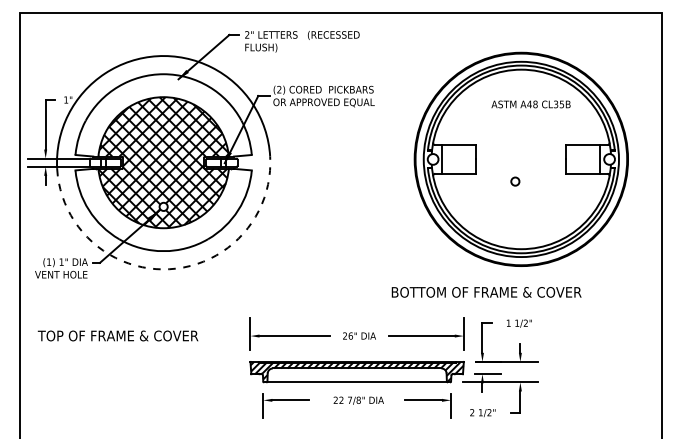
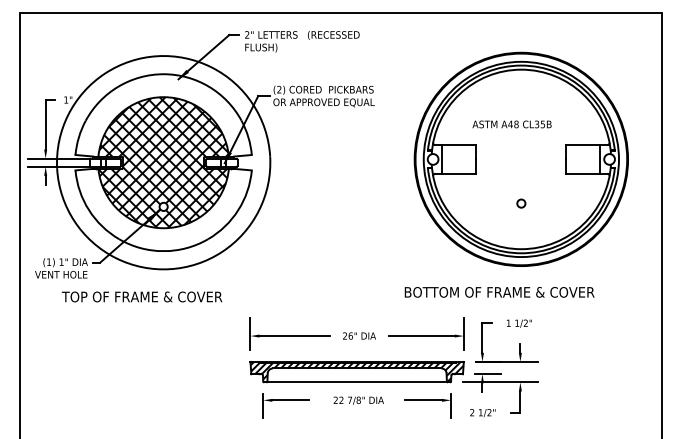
text at (530, 104) position: (530, 104) -> (511, 124)
circle at (515, 181) position: (515, 181) -> (521, 203)
arc at (169, 269): dashed -> solid
text at (486, 292) position: (486, 292) -> (499, 292)
text at (117, 335) position: (117, 335) -> (141, 296)
